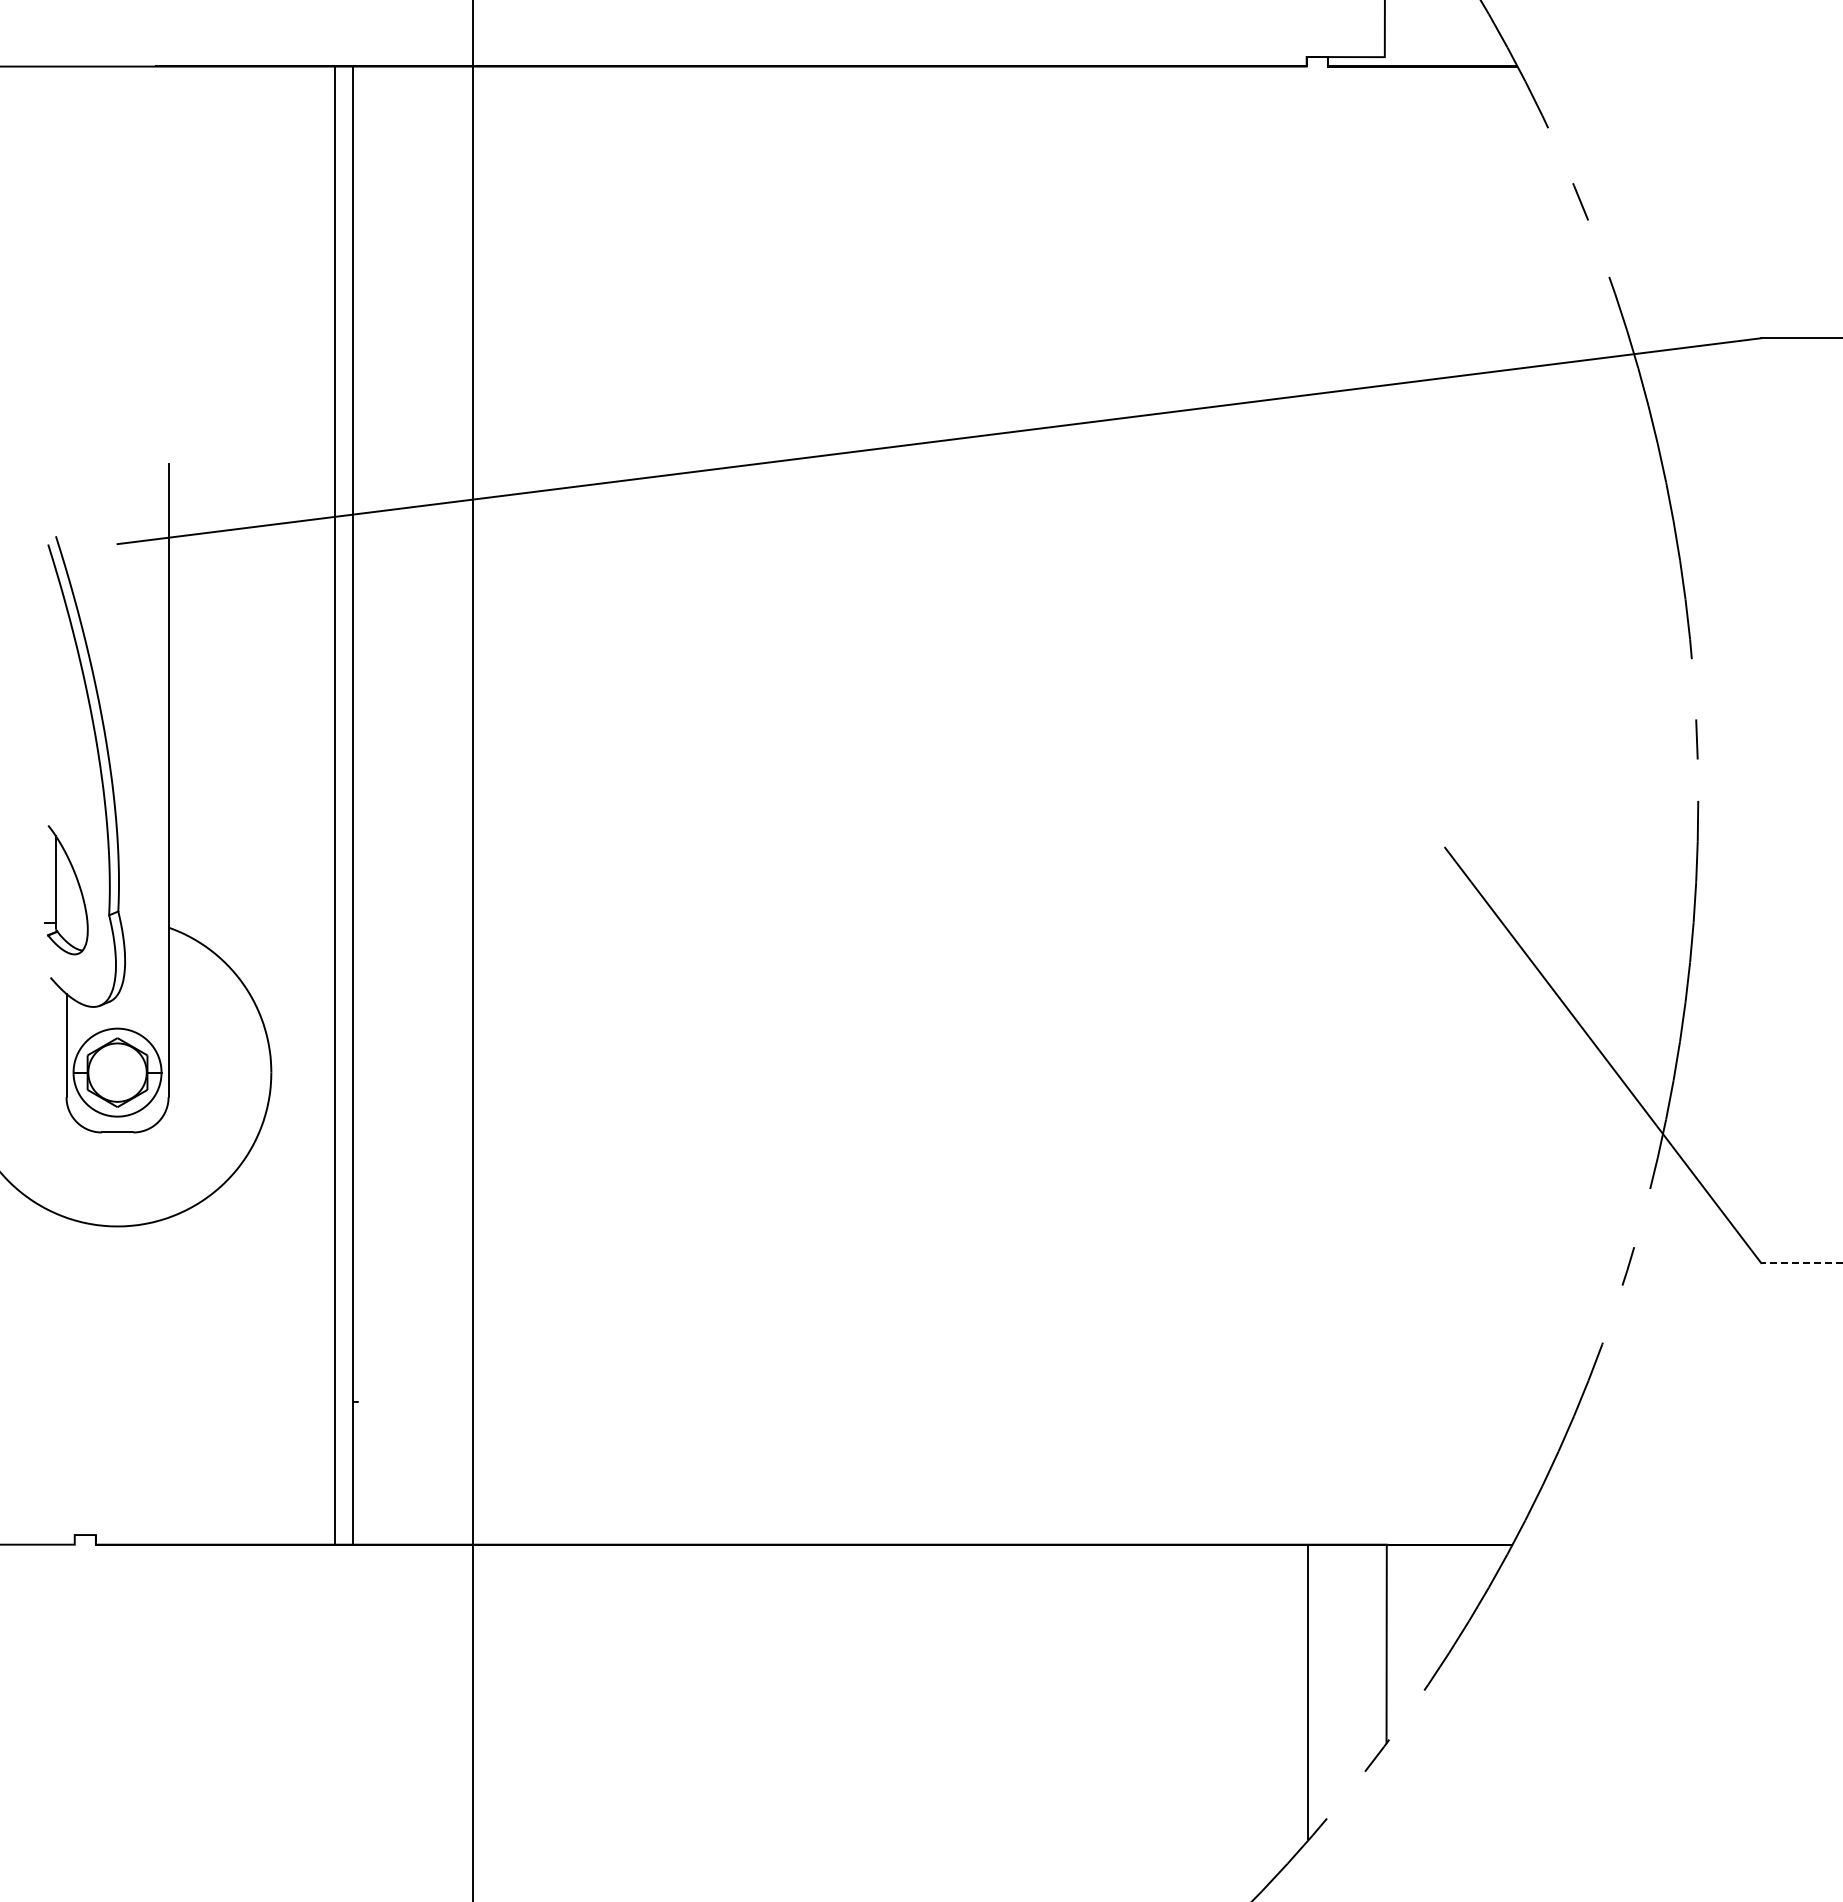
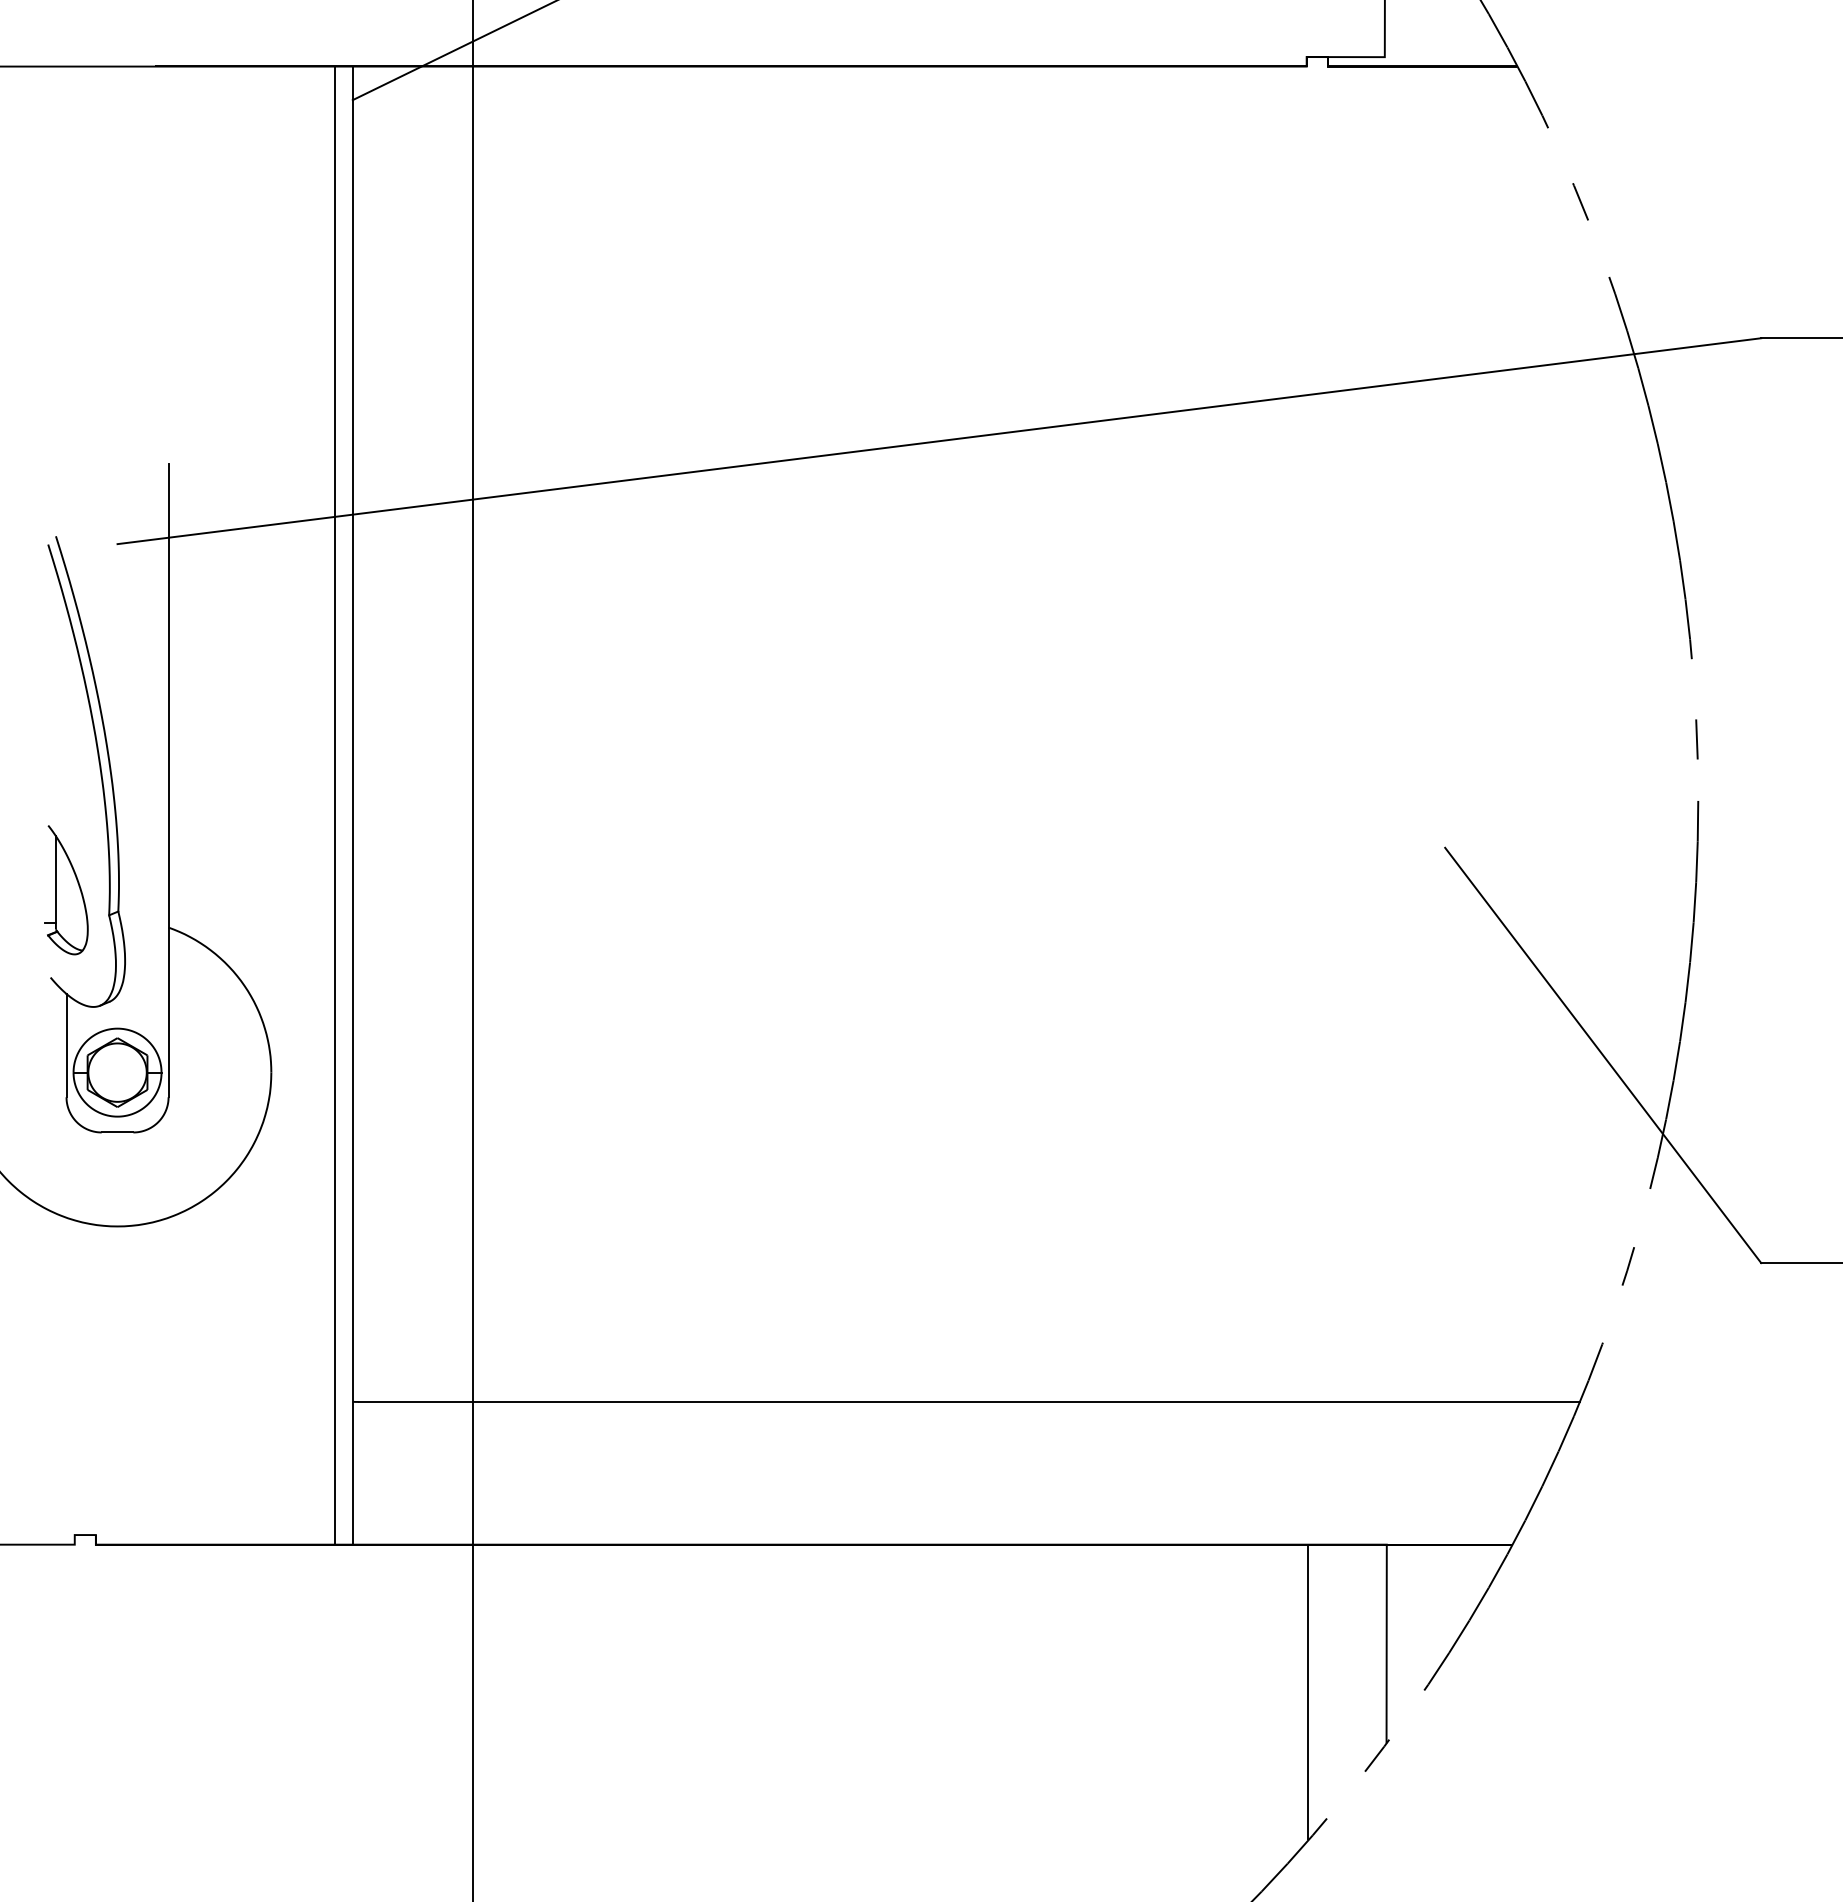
line at (452, 51): none -> present
line at (1801, 1263): dashed -> solid
line at (968, 1401): none -> present
